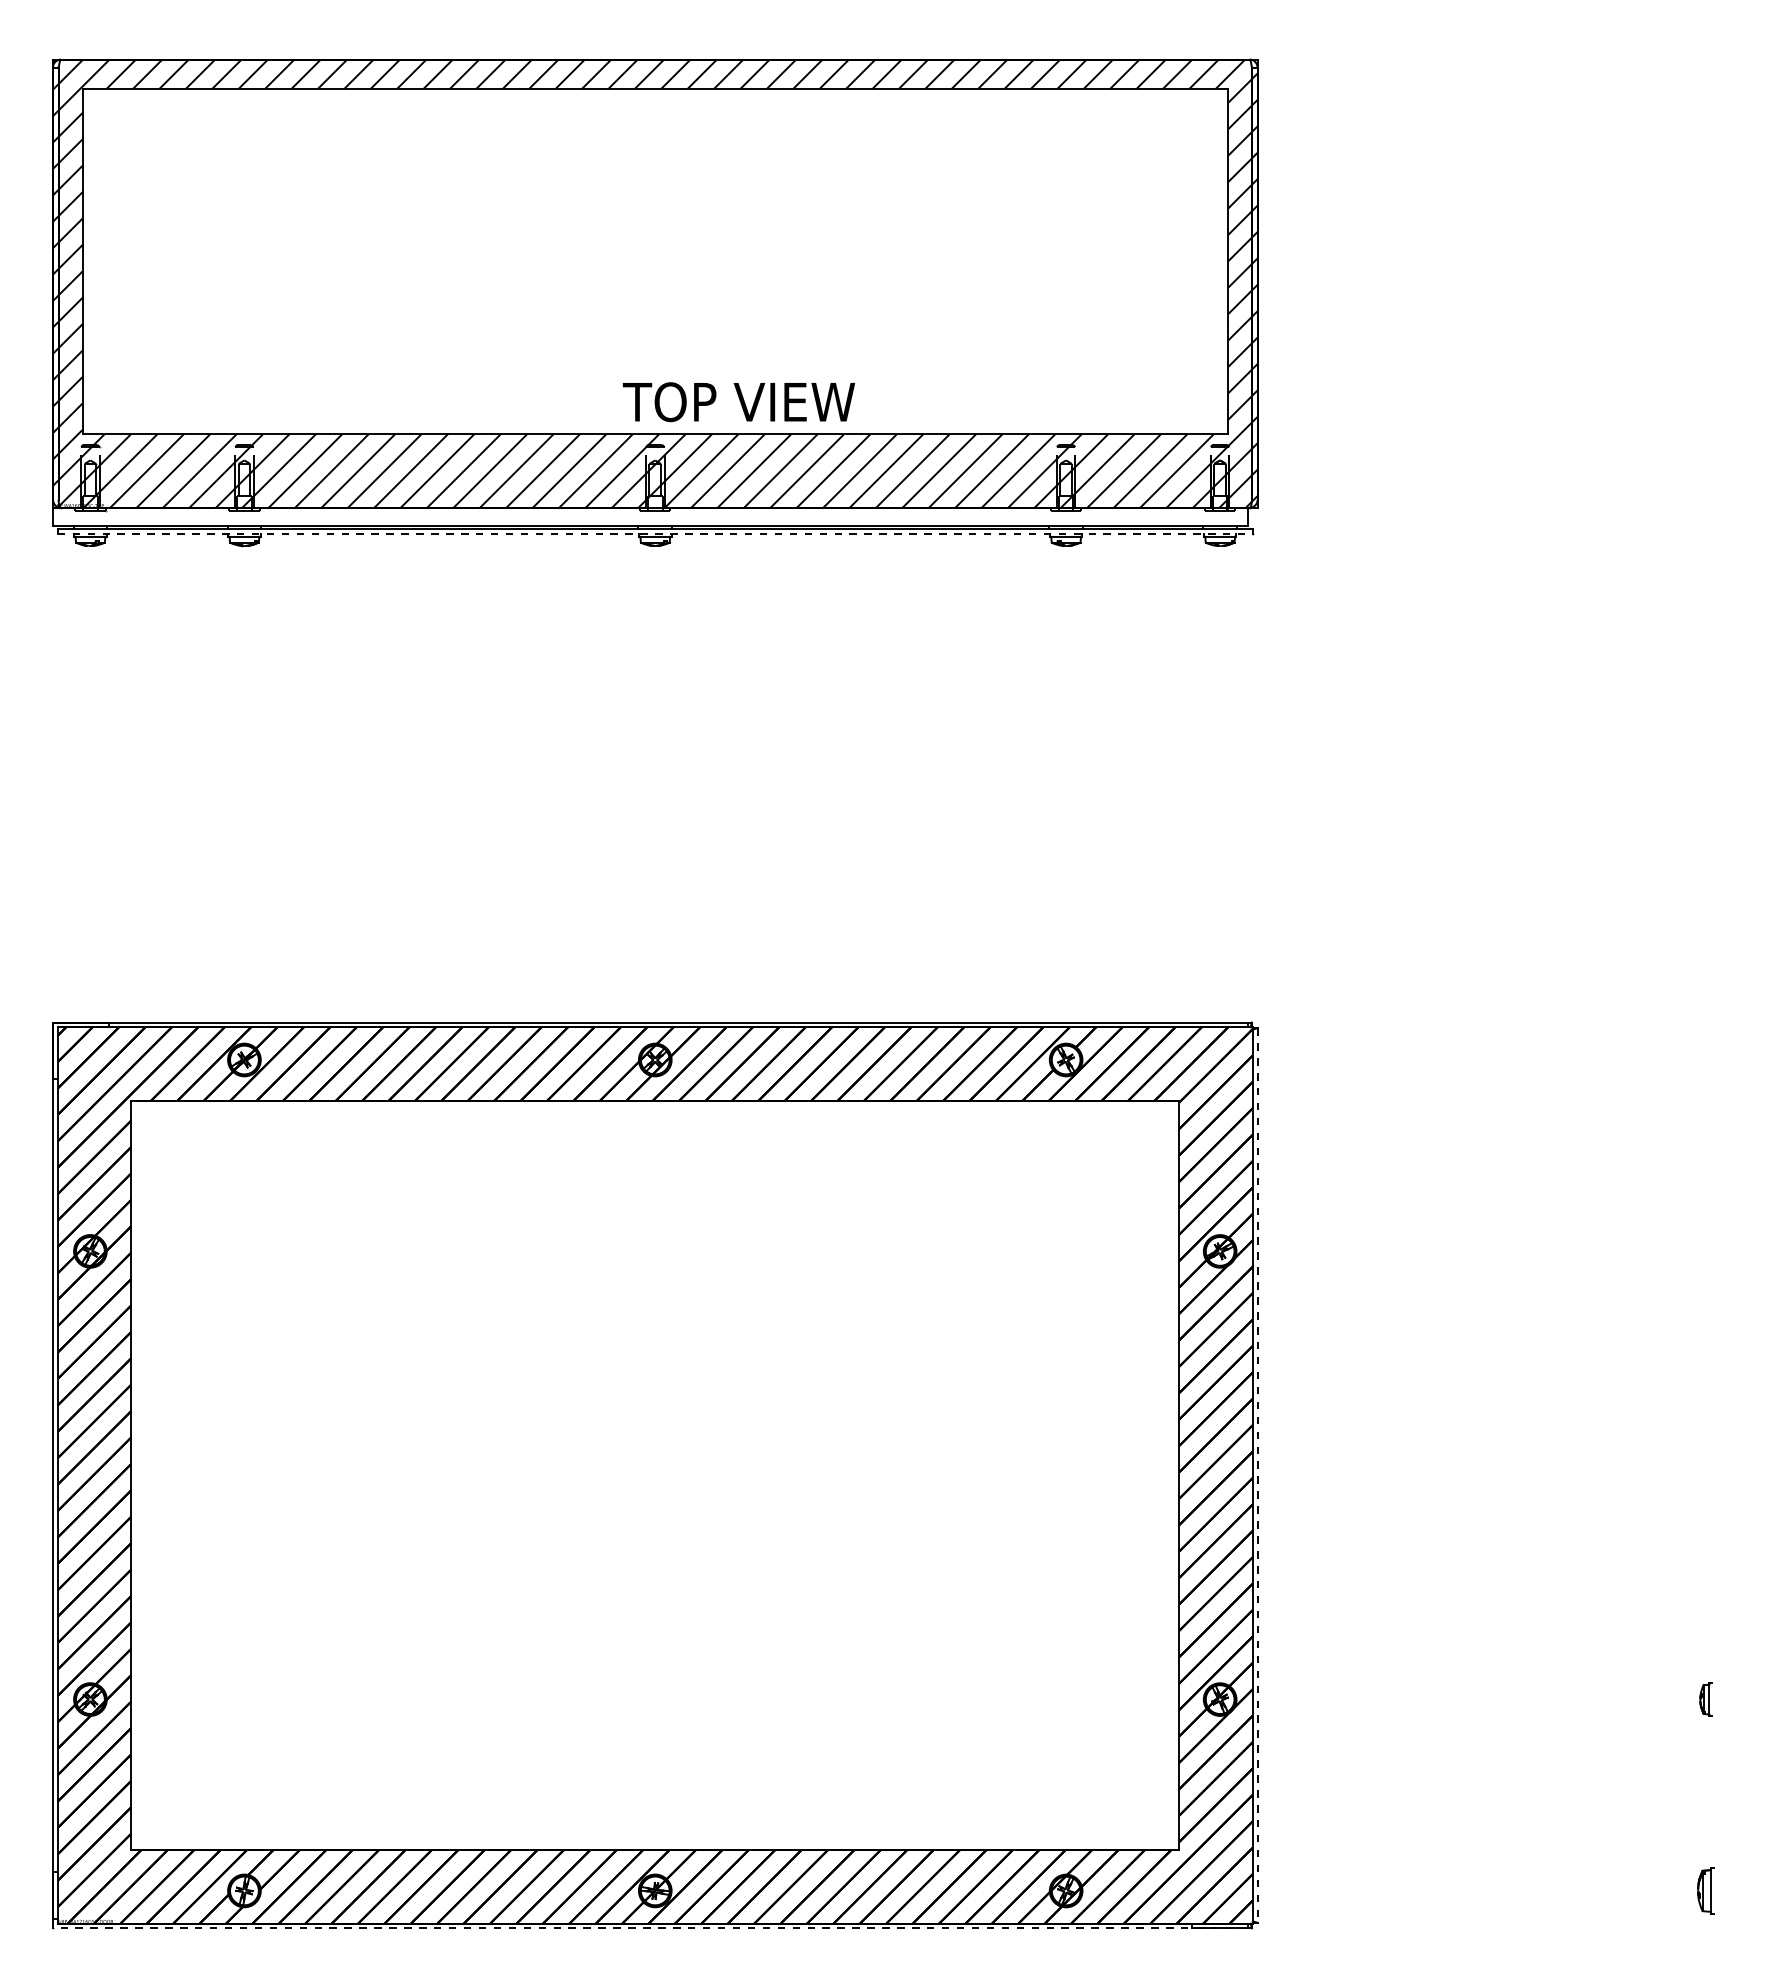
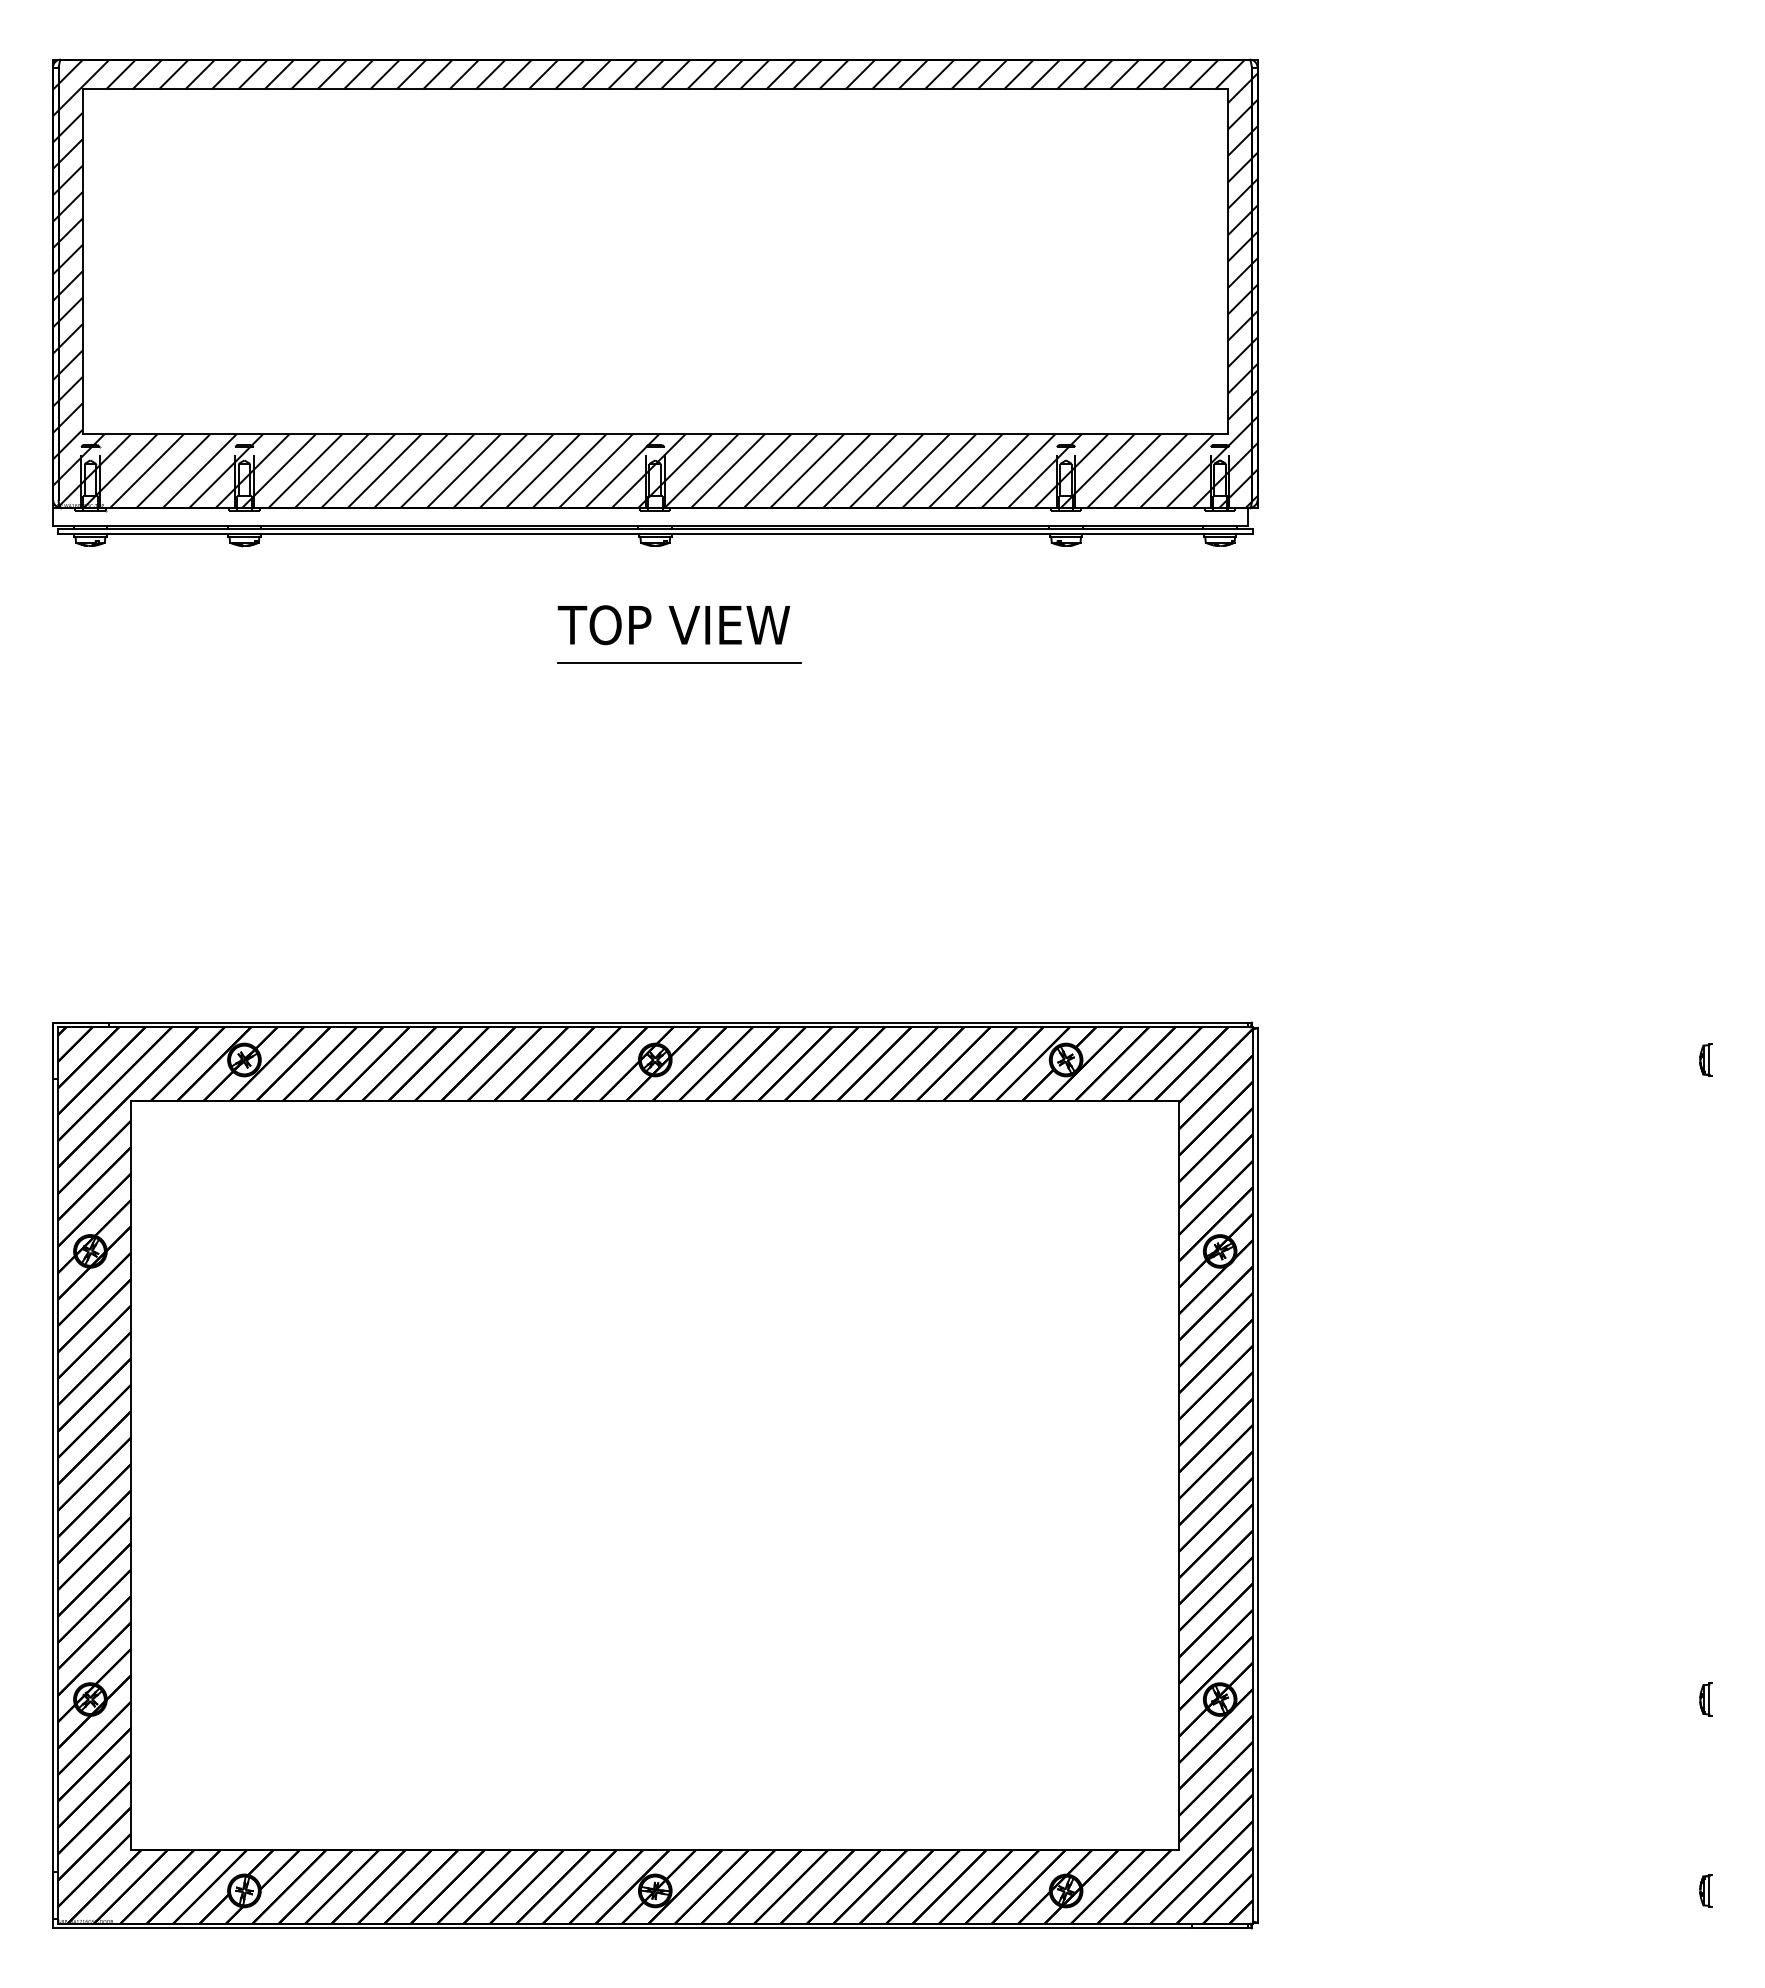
text at (738, 402) position: (738, 402) -> (673, 625)
line at (655, 534): dashed -> solid
line at (679, 663): none -> present
part at (1705, 1059): none -> present
line at (1257, 1476): dashed -> solid
part at (1705, 1890) size: 18x48 px -> 14x34 px
line at (650, 1928): dashed -> solid
